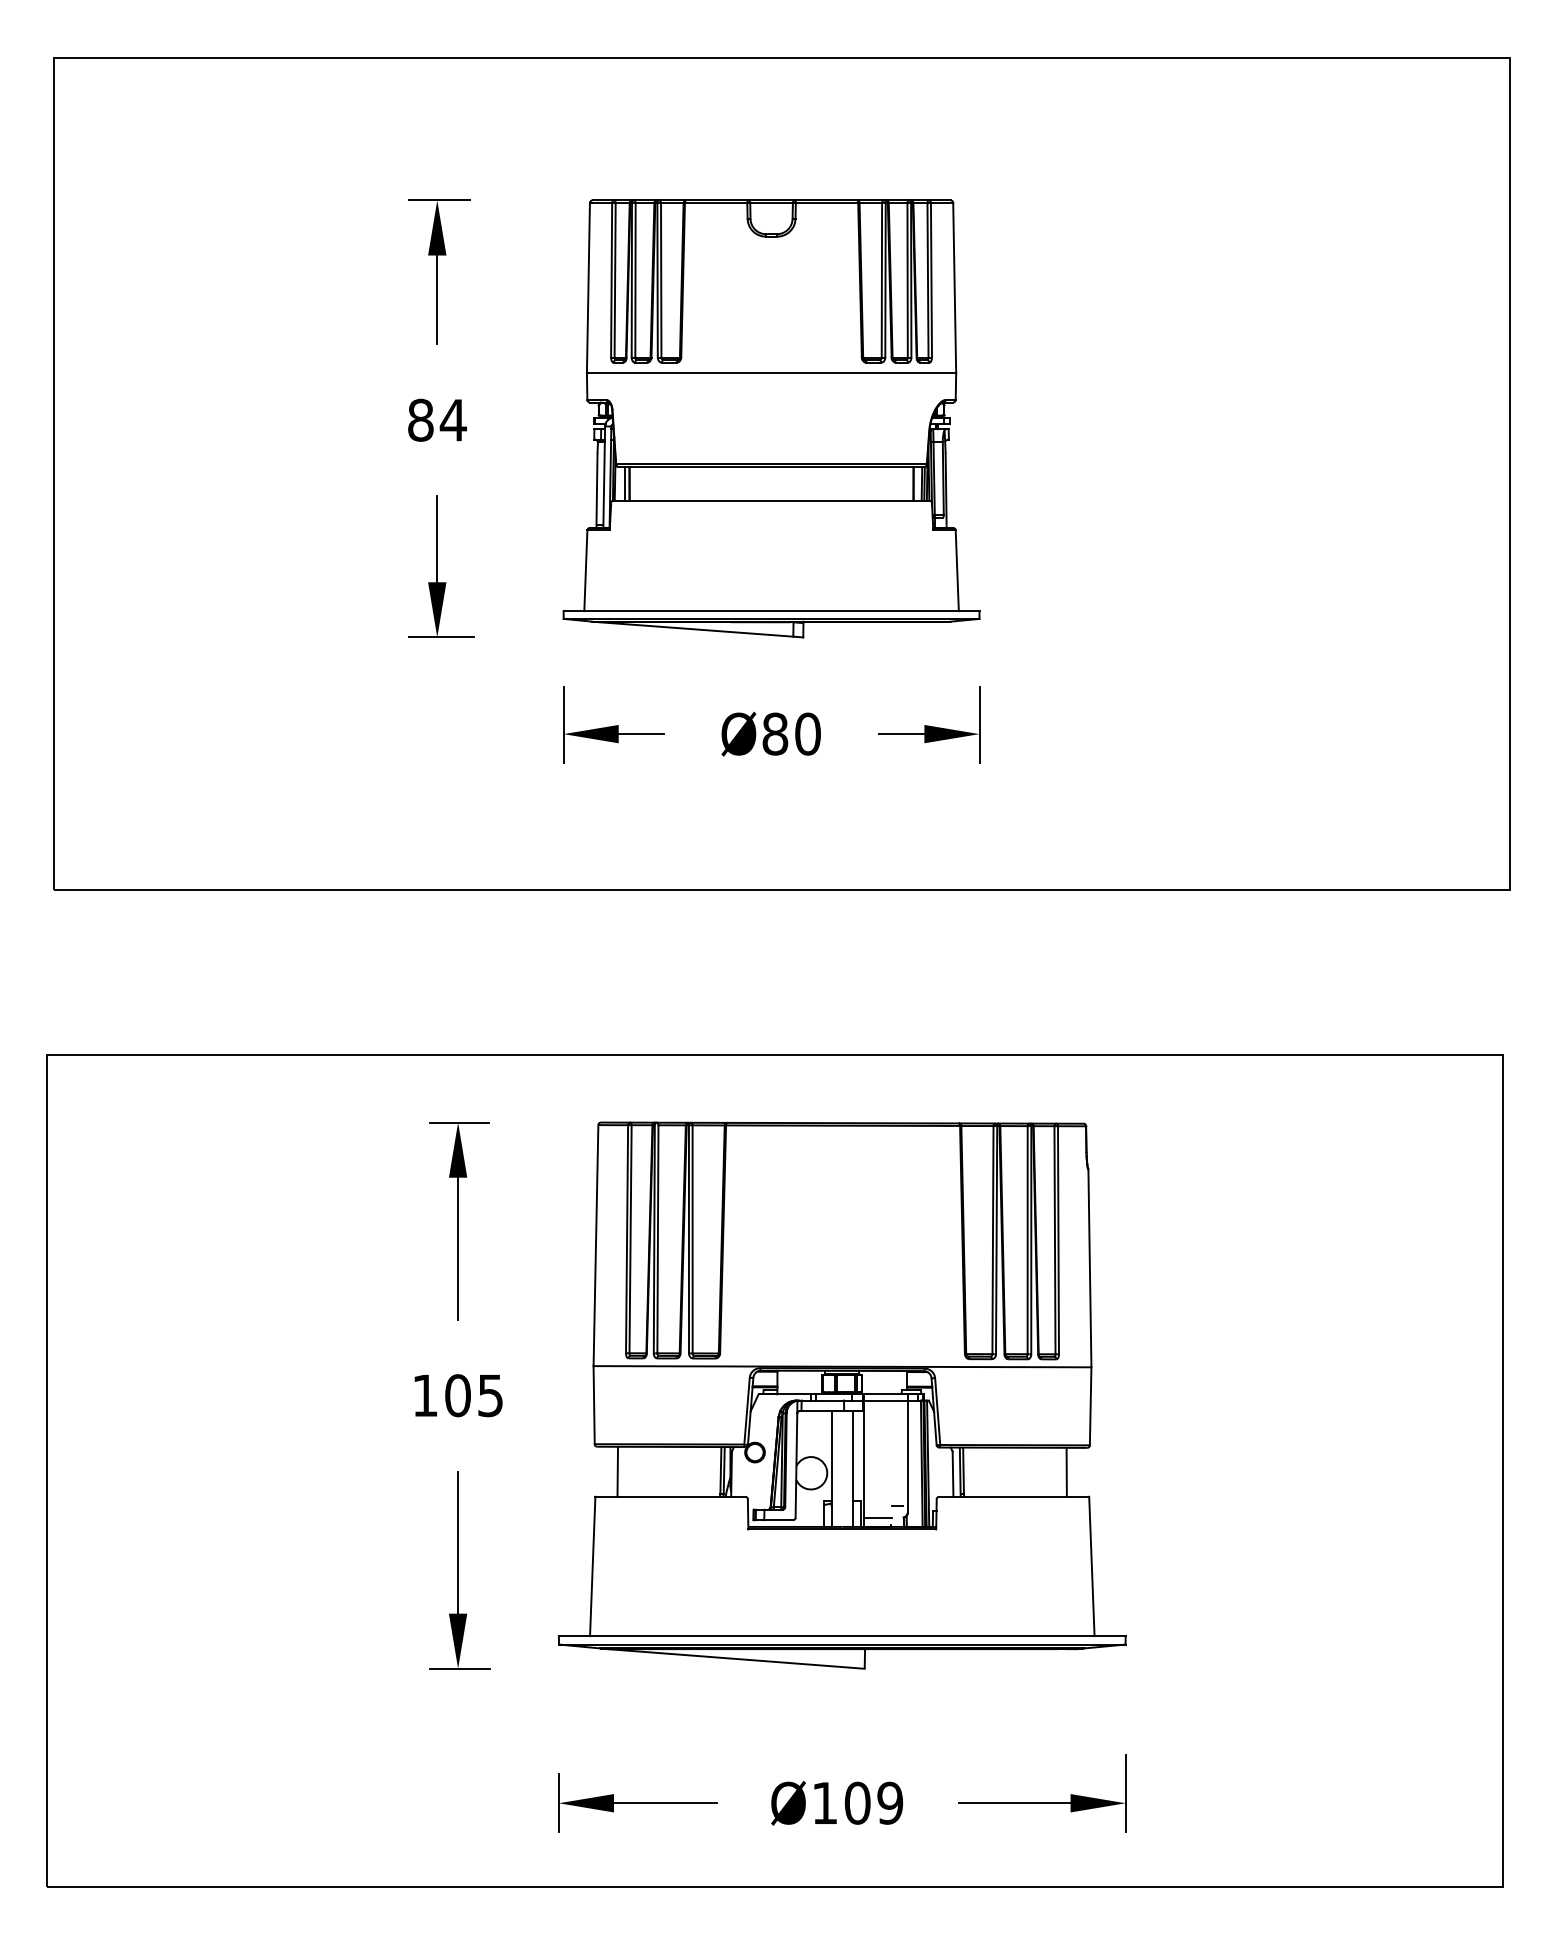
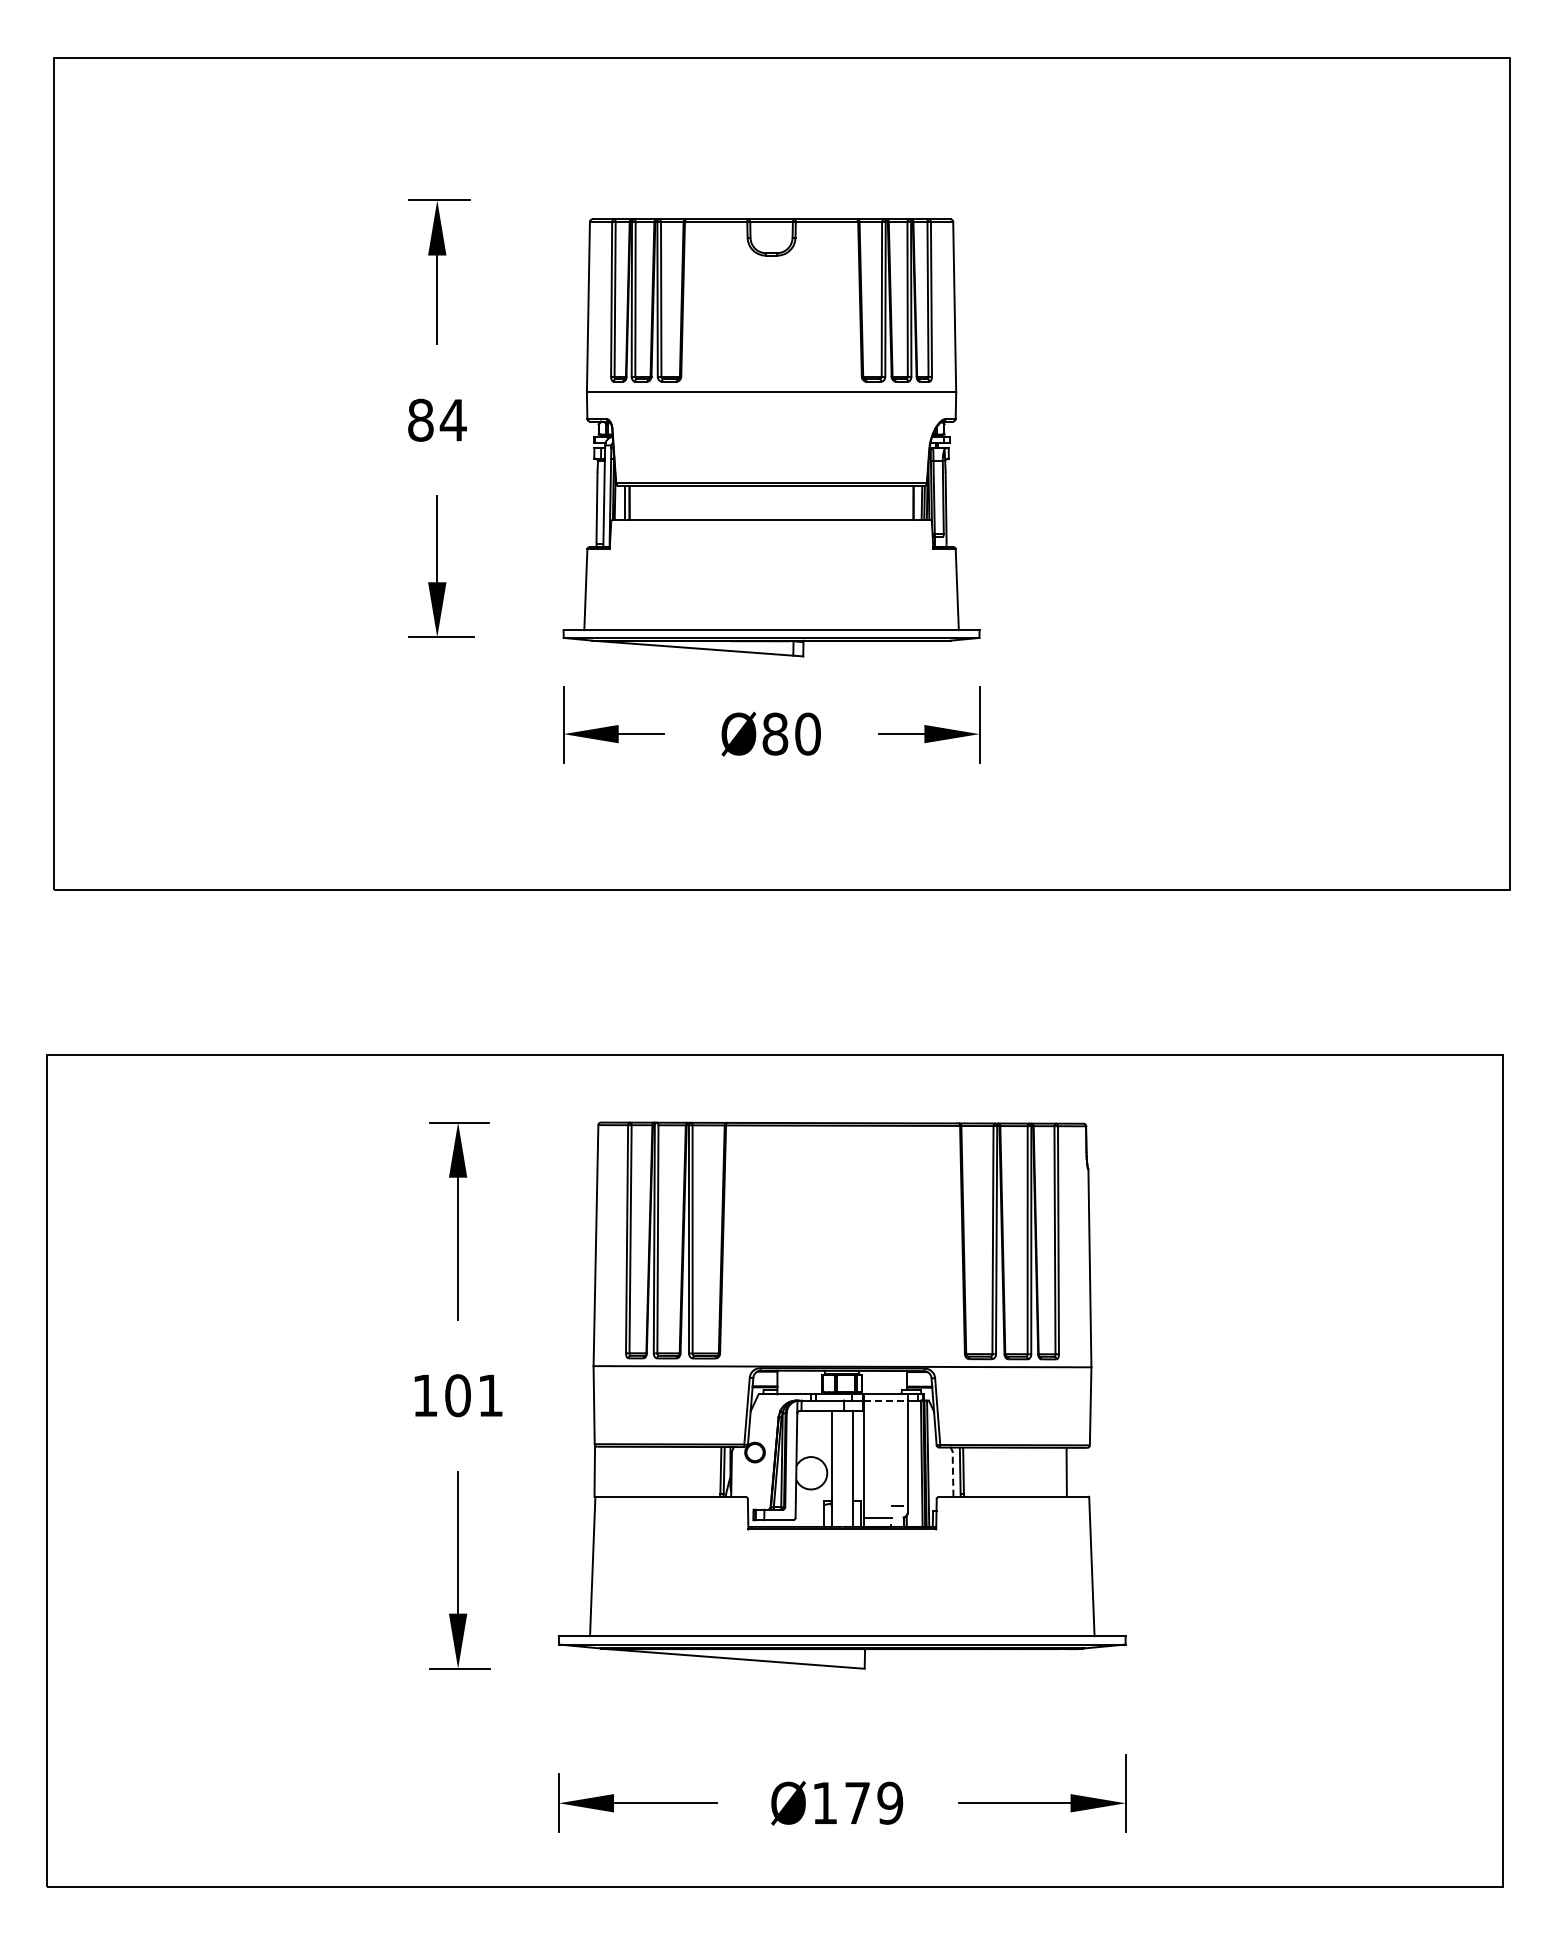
part at (771, 418) position: (771, 418) -> (771, 437)
text at (490, 1395): 105 -> 101
line at (885, 1401): solid -> dashed
line at (617, 1471) position: (617, 1471) -> (594, 1471)
line at (953, 1474): solid -> dashed
text at (857, 1802): 109 -> 179
